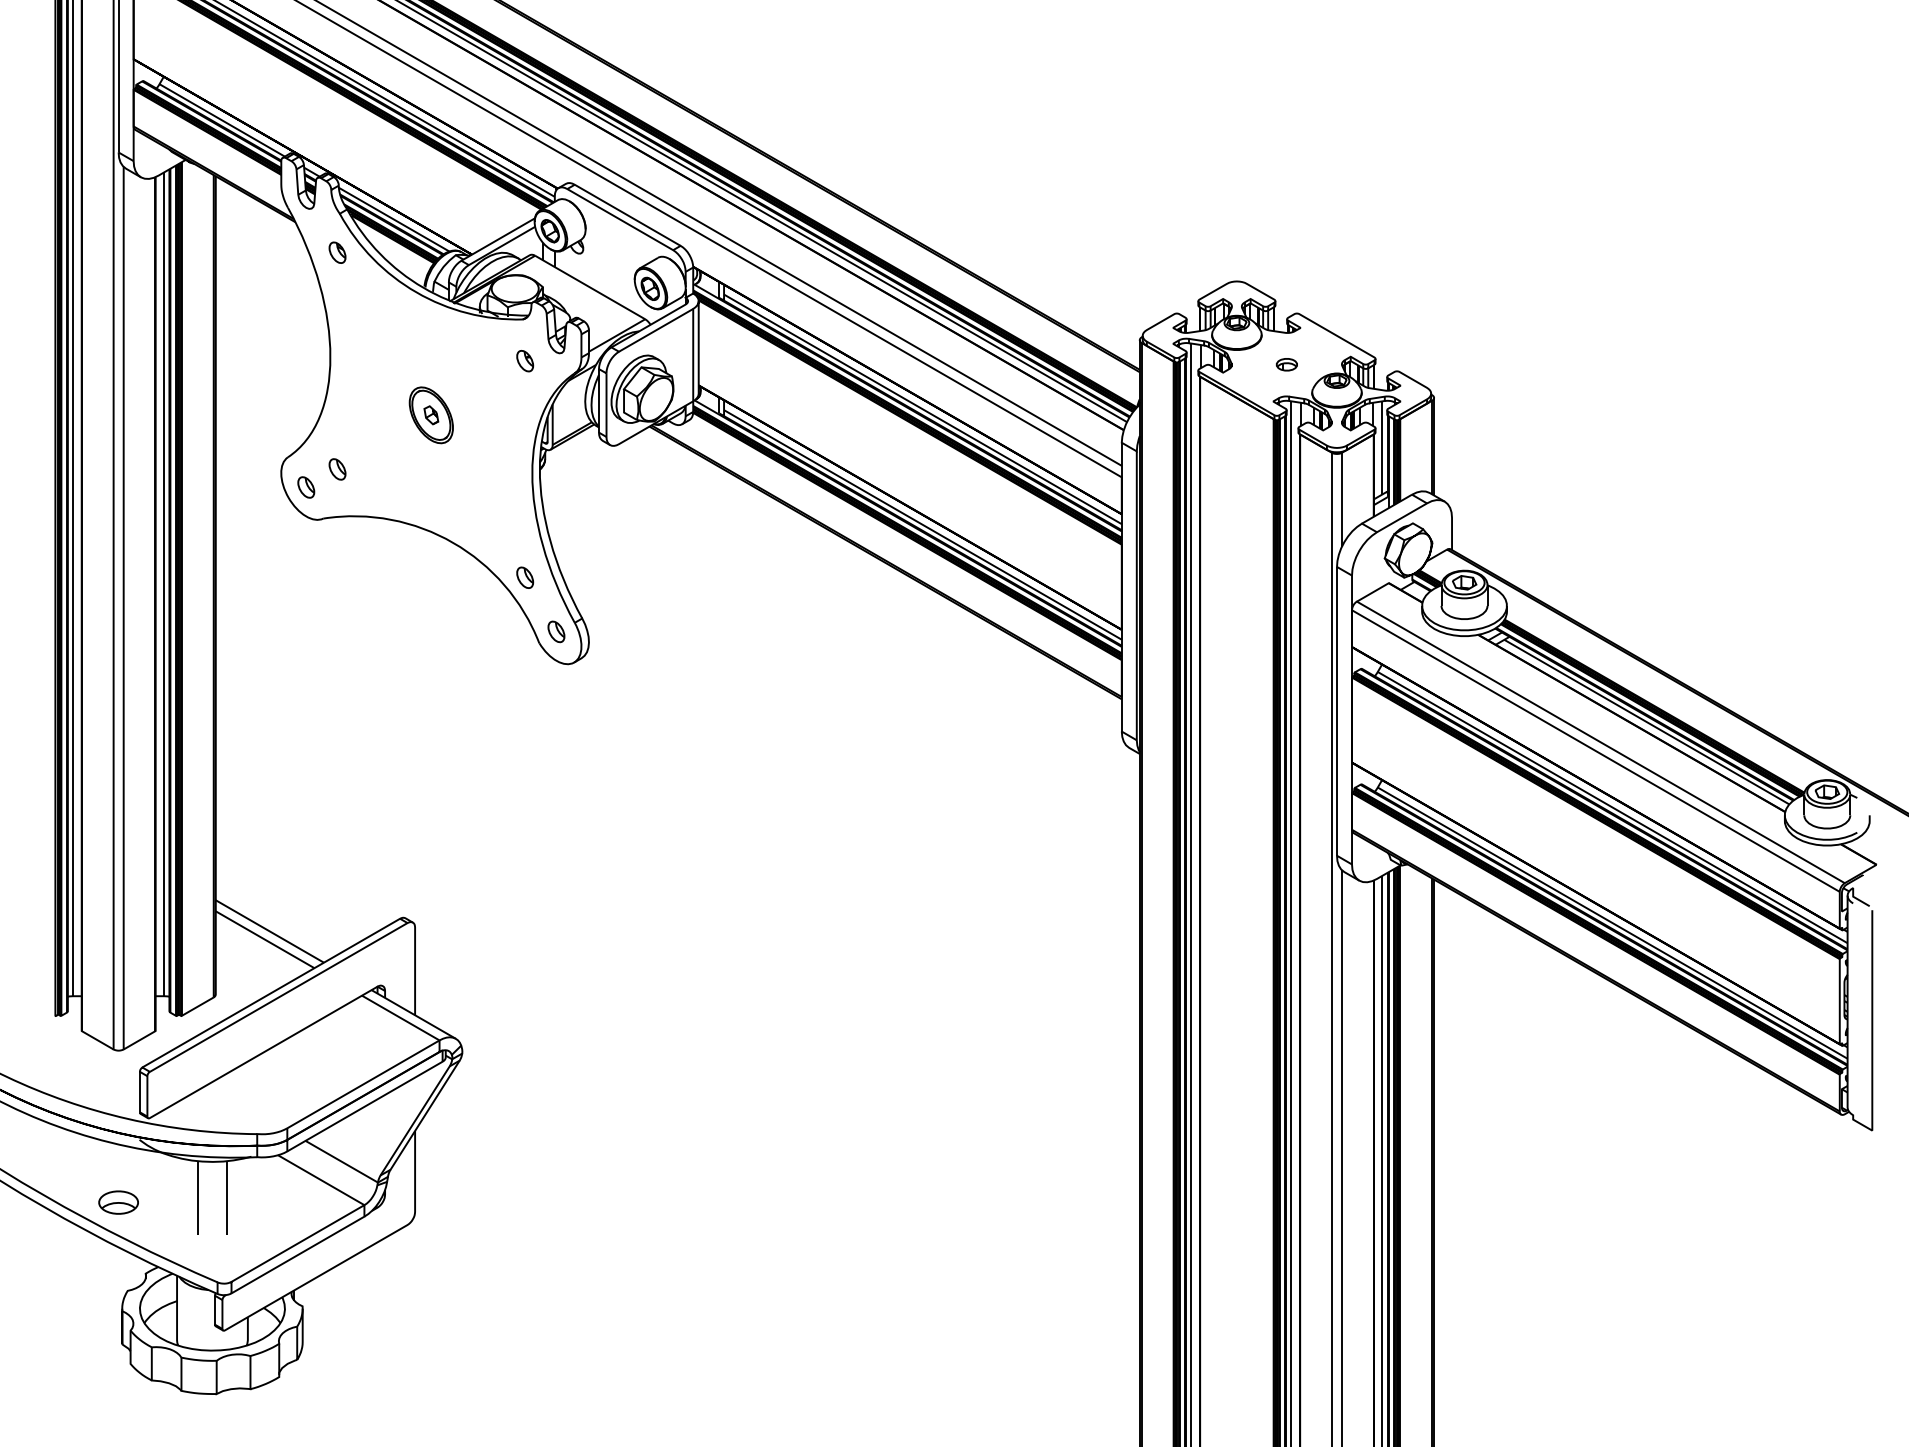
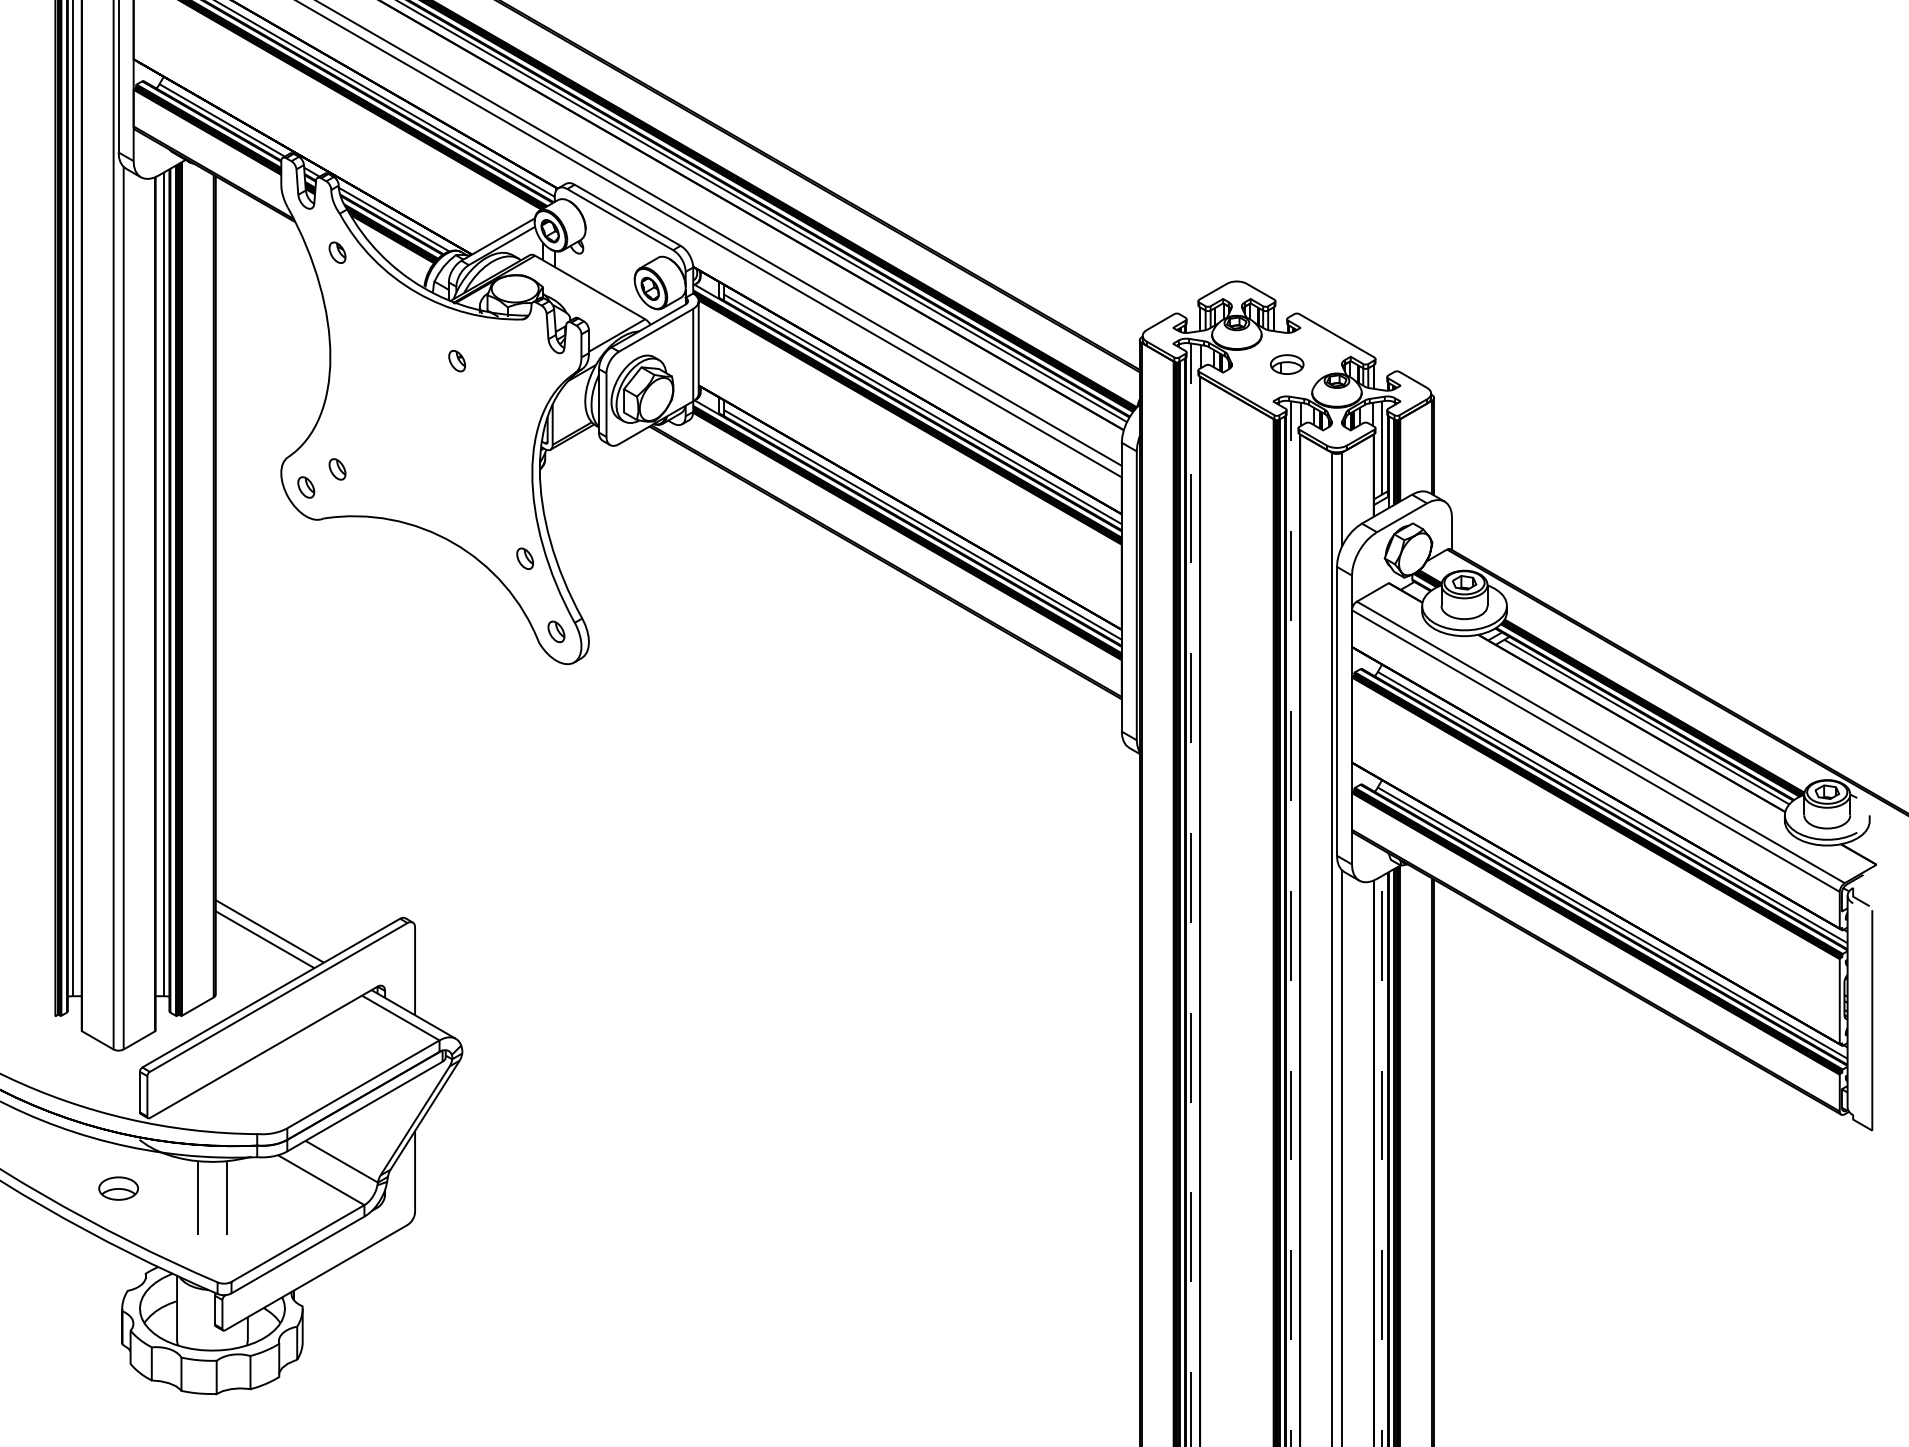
part at (525, 361) position: (525, 361) -> (457, 361)
part at (1286, 364) size: 23x14 px -> 35x21 px
part at (430, 415): present -> none
part at (525, 577) position: (525, 577) -> (525, 558)
line at (1191, 895): solid -> dashed
line at (1291, 924): solid -> dashed
line at (1382, 1160): solid -> dashed
part at (118, 1202) position: (118, 1202) -> (118, 1188)
